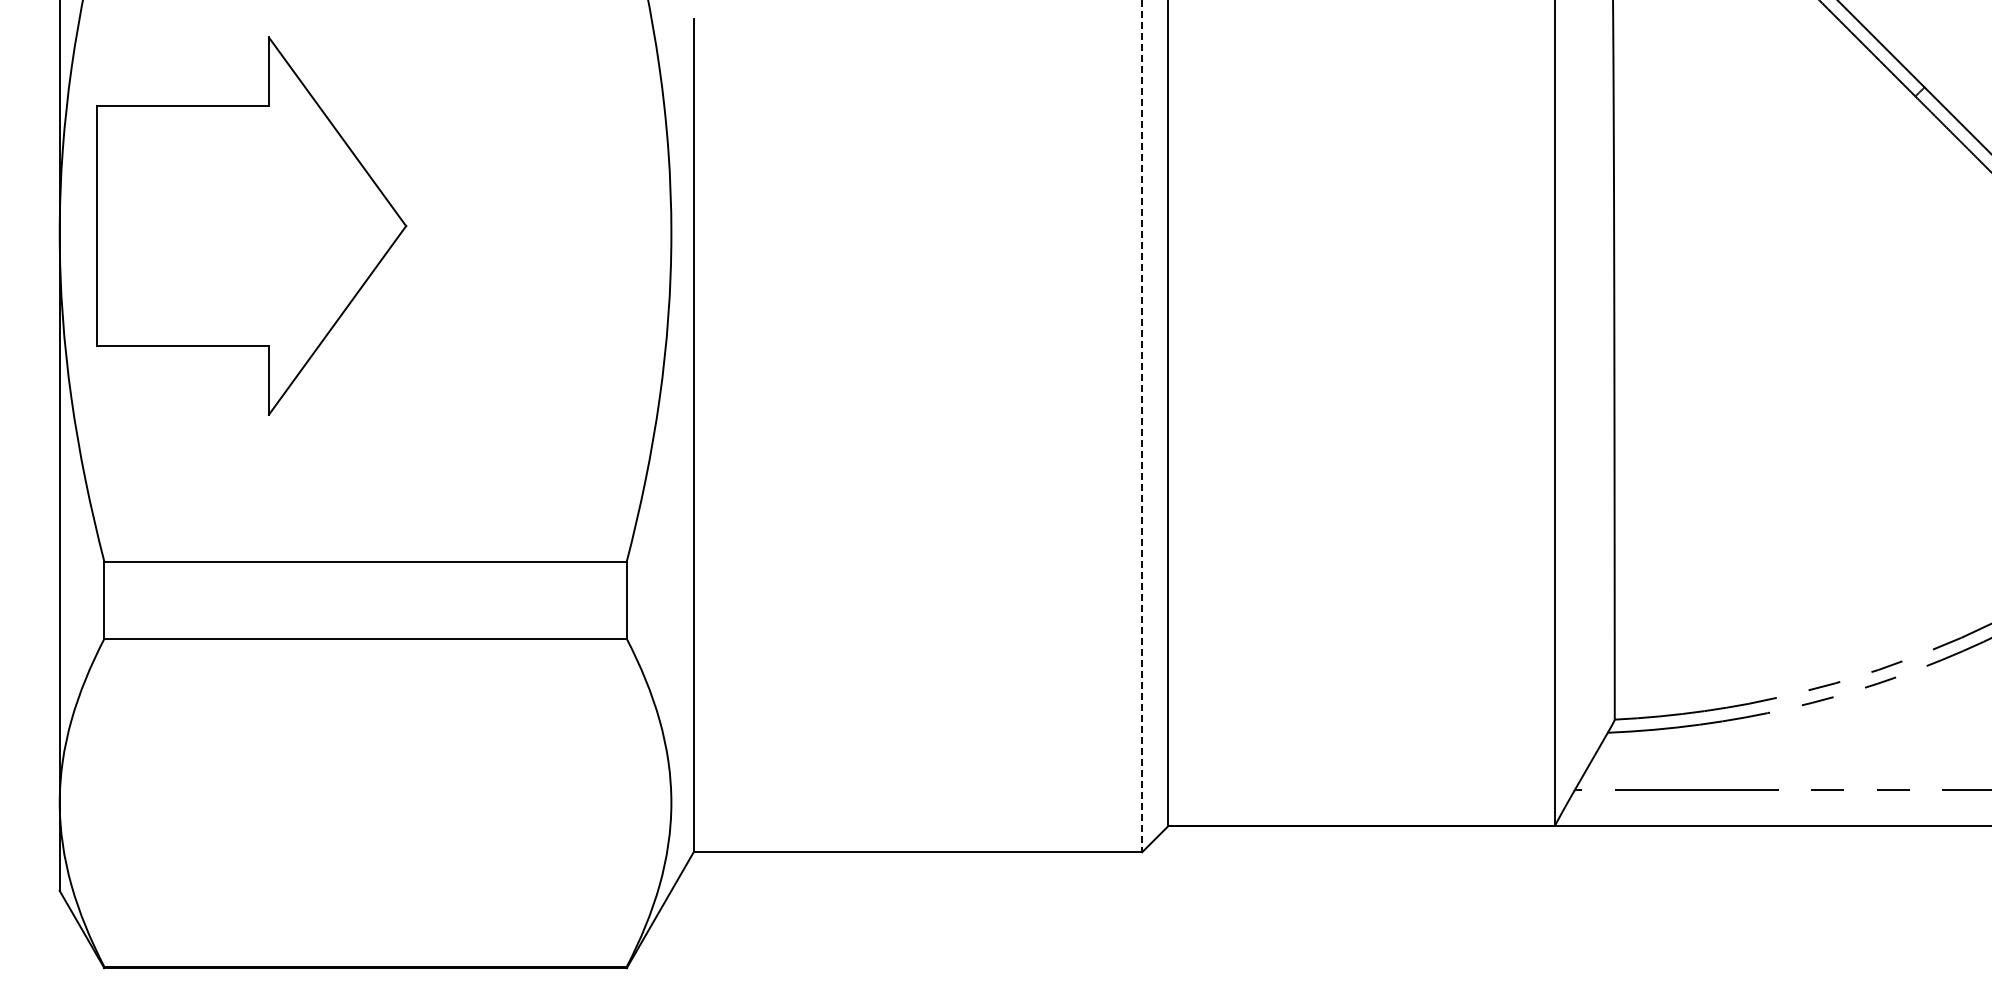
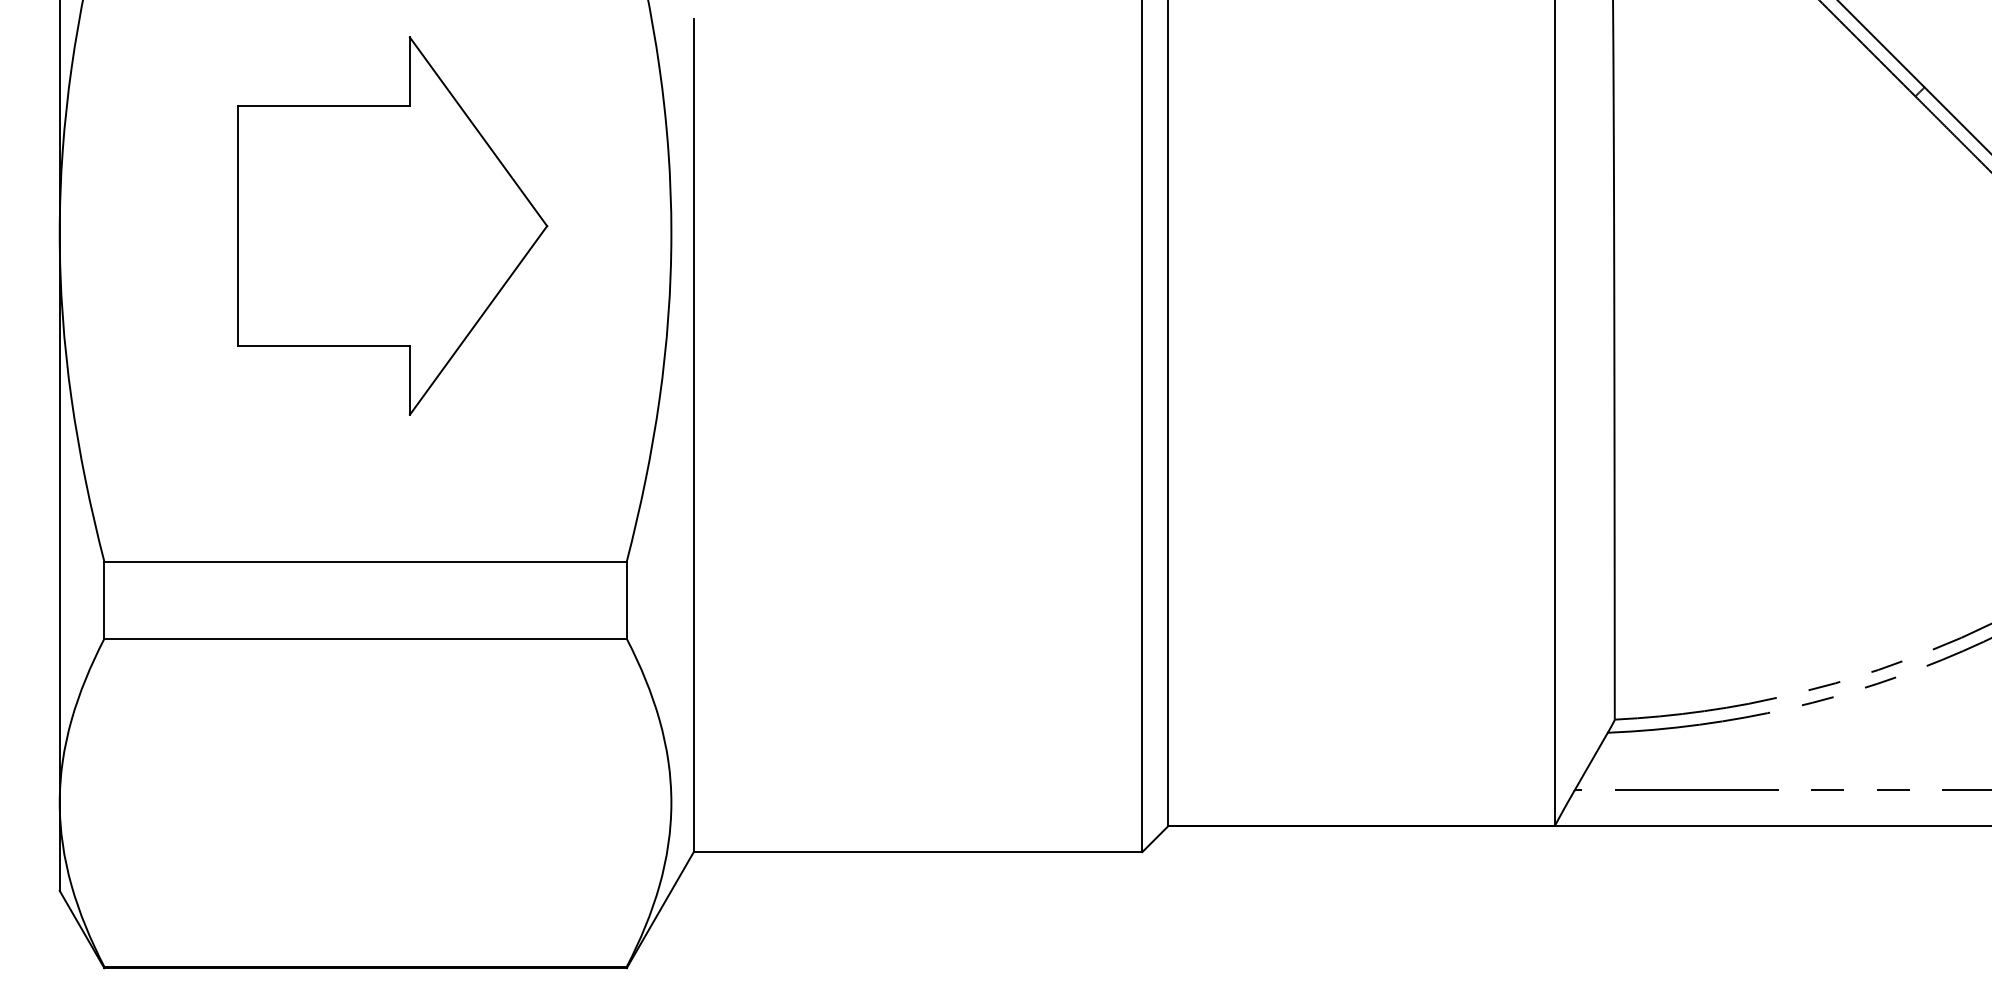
part at (251, 225) position: (251, 225) -> (392, 225)
line at (1142, 426): dashed -> solid
